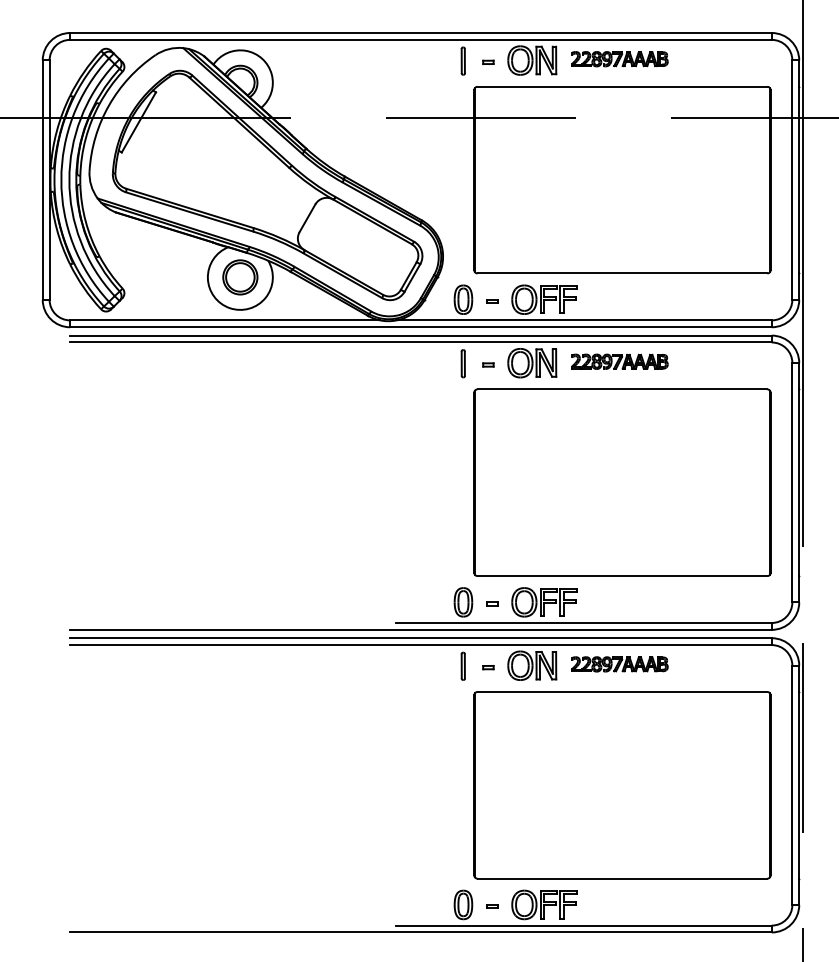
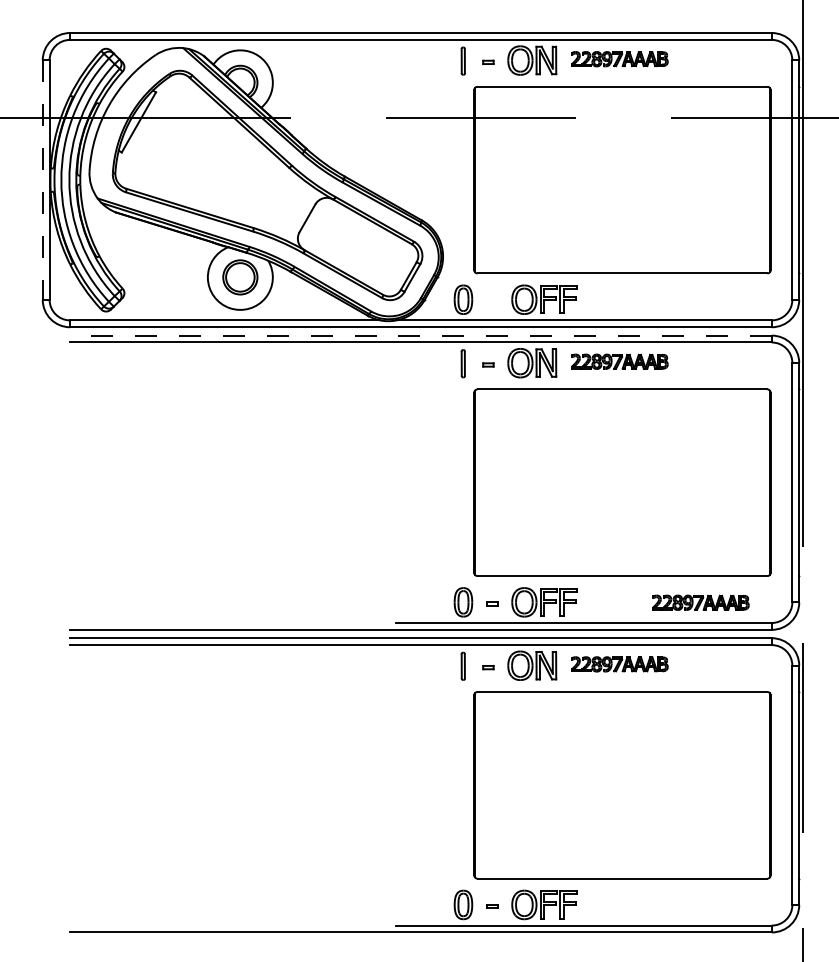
line at (42, 180): solid -> dashed
part at (492, 301): present -> none
line at (420, 335): solid -> dashed
part at (700, 602): none -> present
